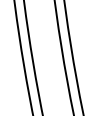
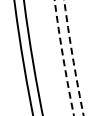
arc at (63, 58): solid -> dashed
arc at (73, 58): solid -> dashed
